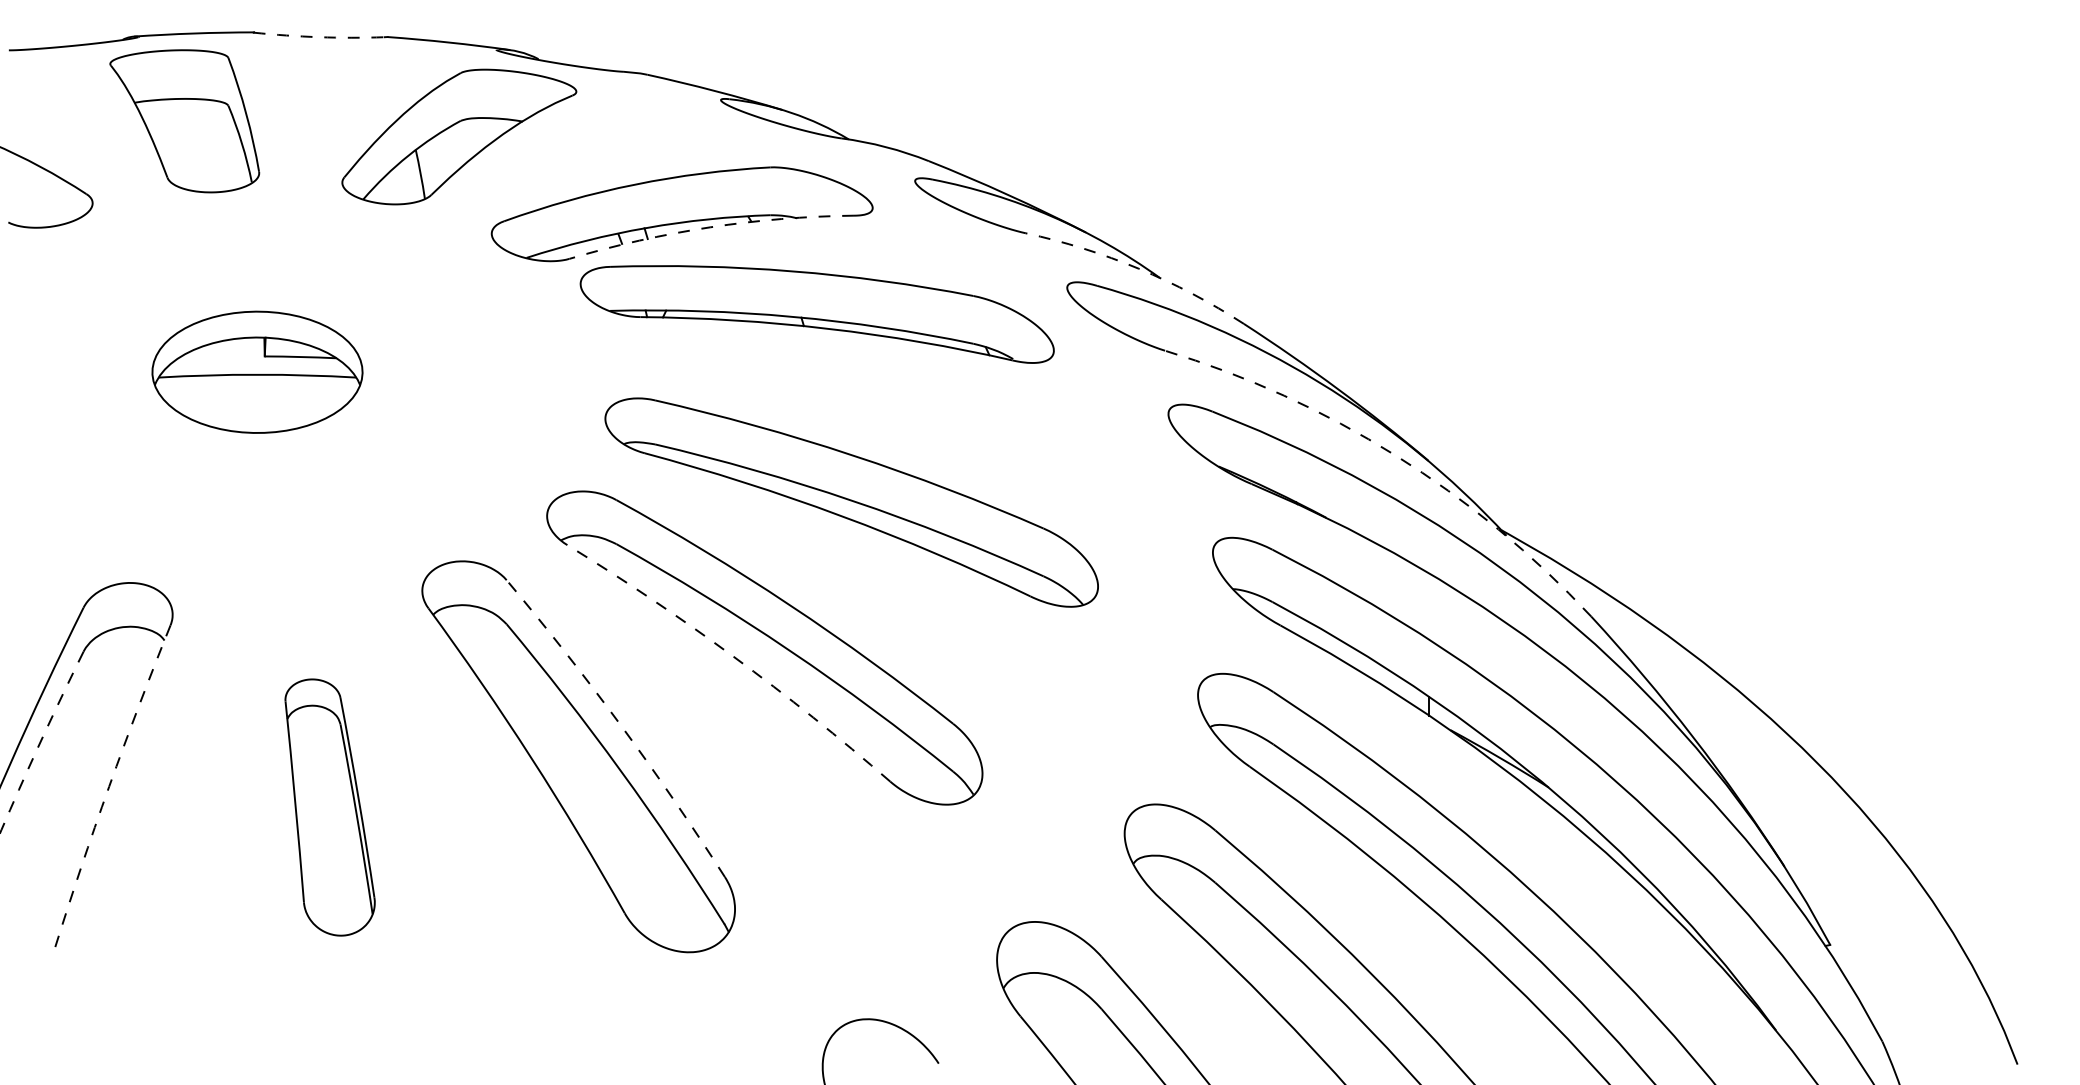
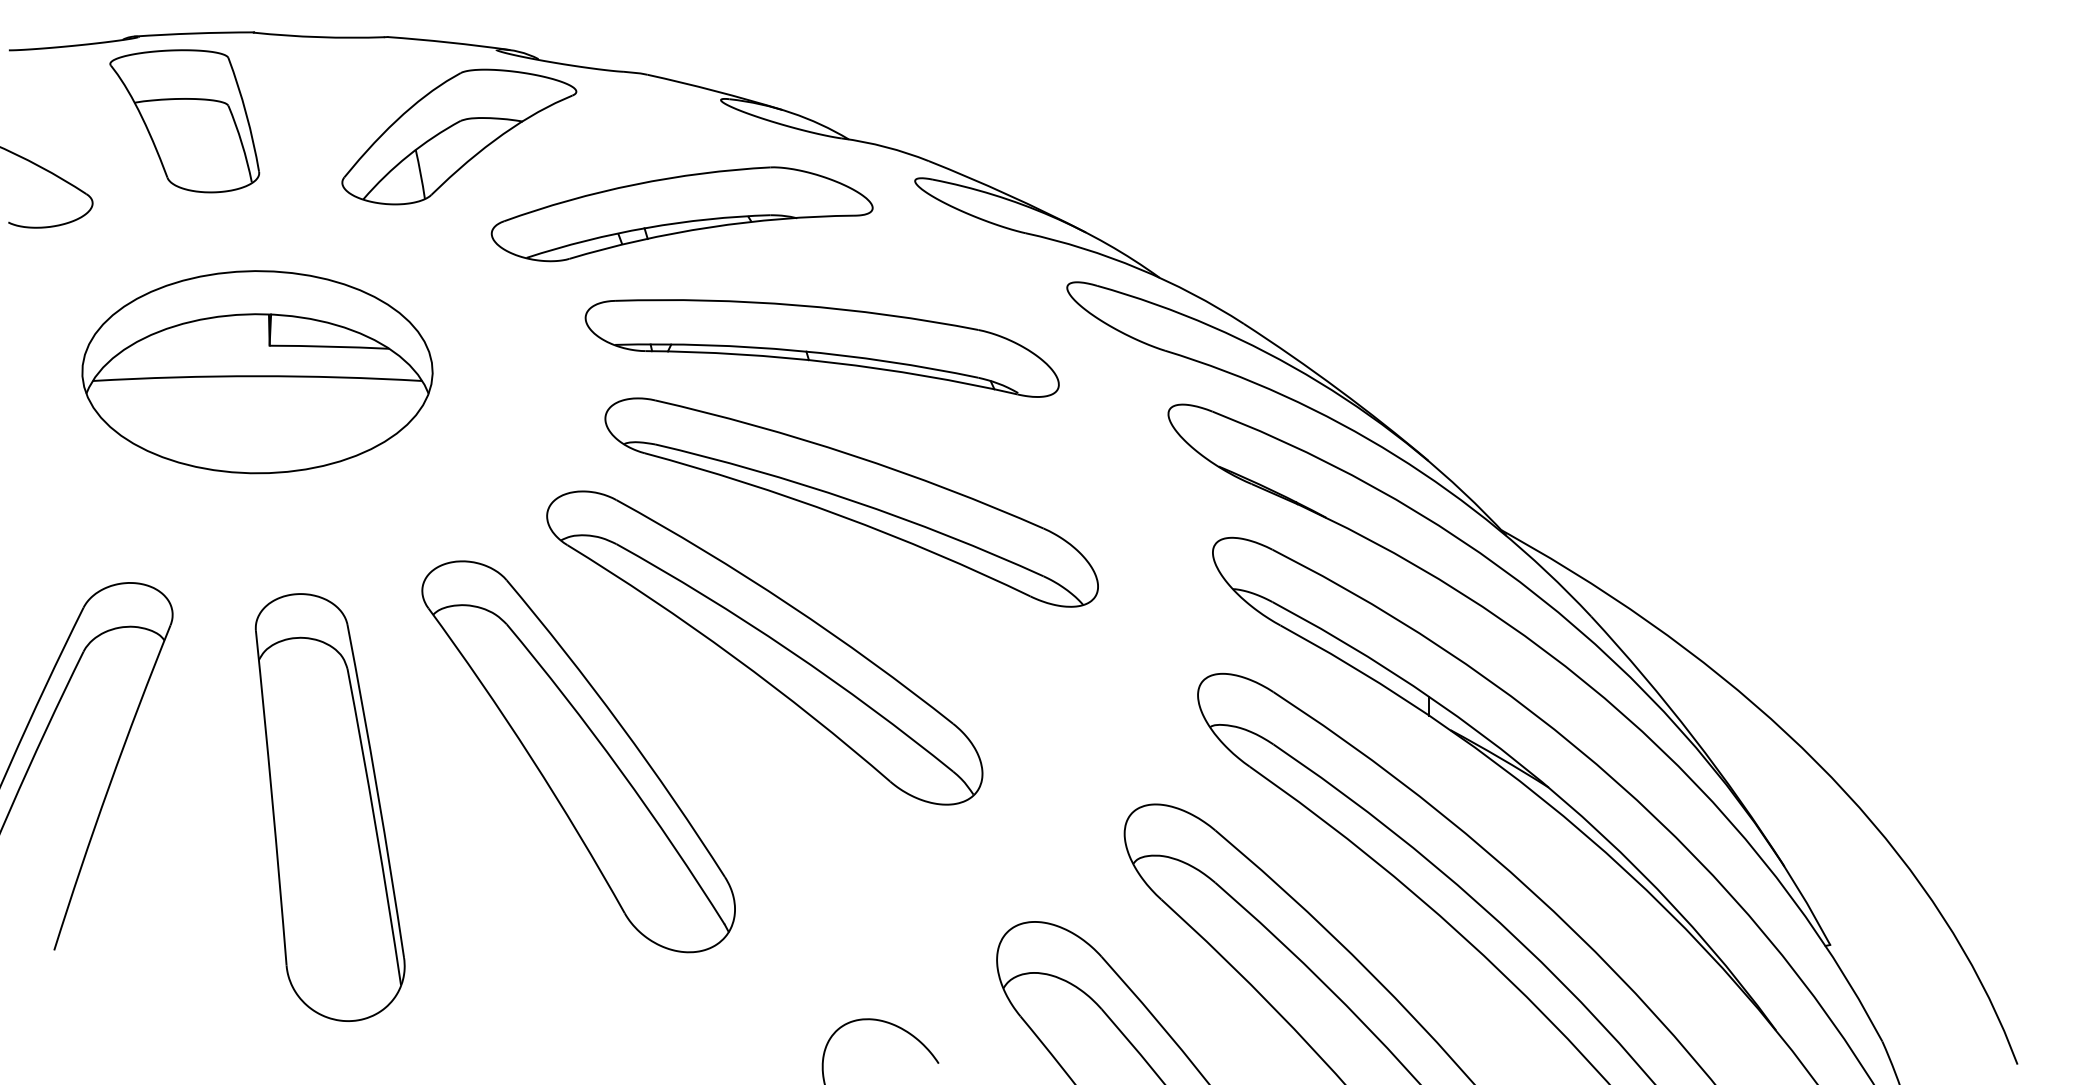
arc at (319, 37): dashed -> solid
arc at (710, 227): dashed -> solid
arc at (1138, 268): dashed -> solid
part at (816, 314) position: (816, 314) -> (821, 348)
part at (257, 371) size: 213x124 px -> 353x205 px
arc at (1395, 455): dashed -> solid
arc at (733, 656): dashed -> solid
arc at (620, 725): dashed -> solid
arc at (40, 742): dashed -> solid
arc at (109, 786): dashed -> solid
part at (329, 807) size: 92x259 px -> 152x429 px
